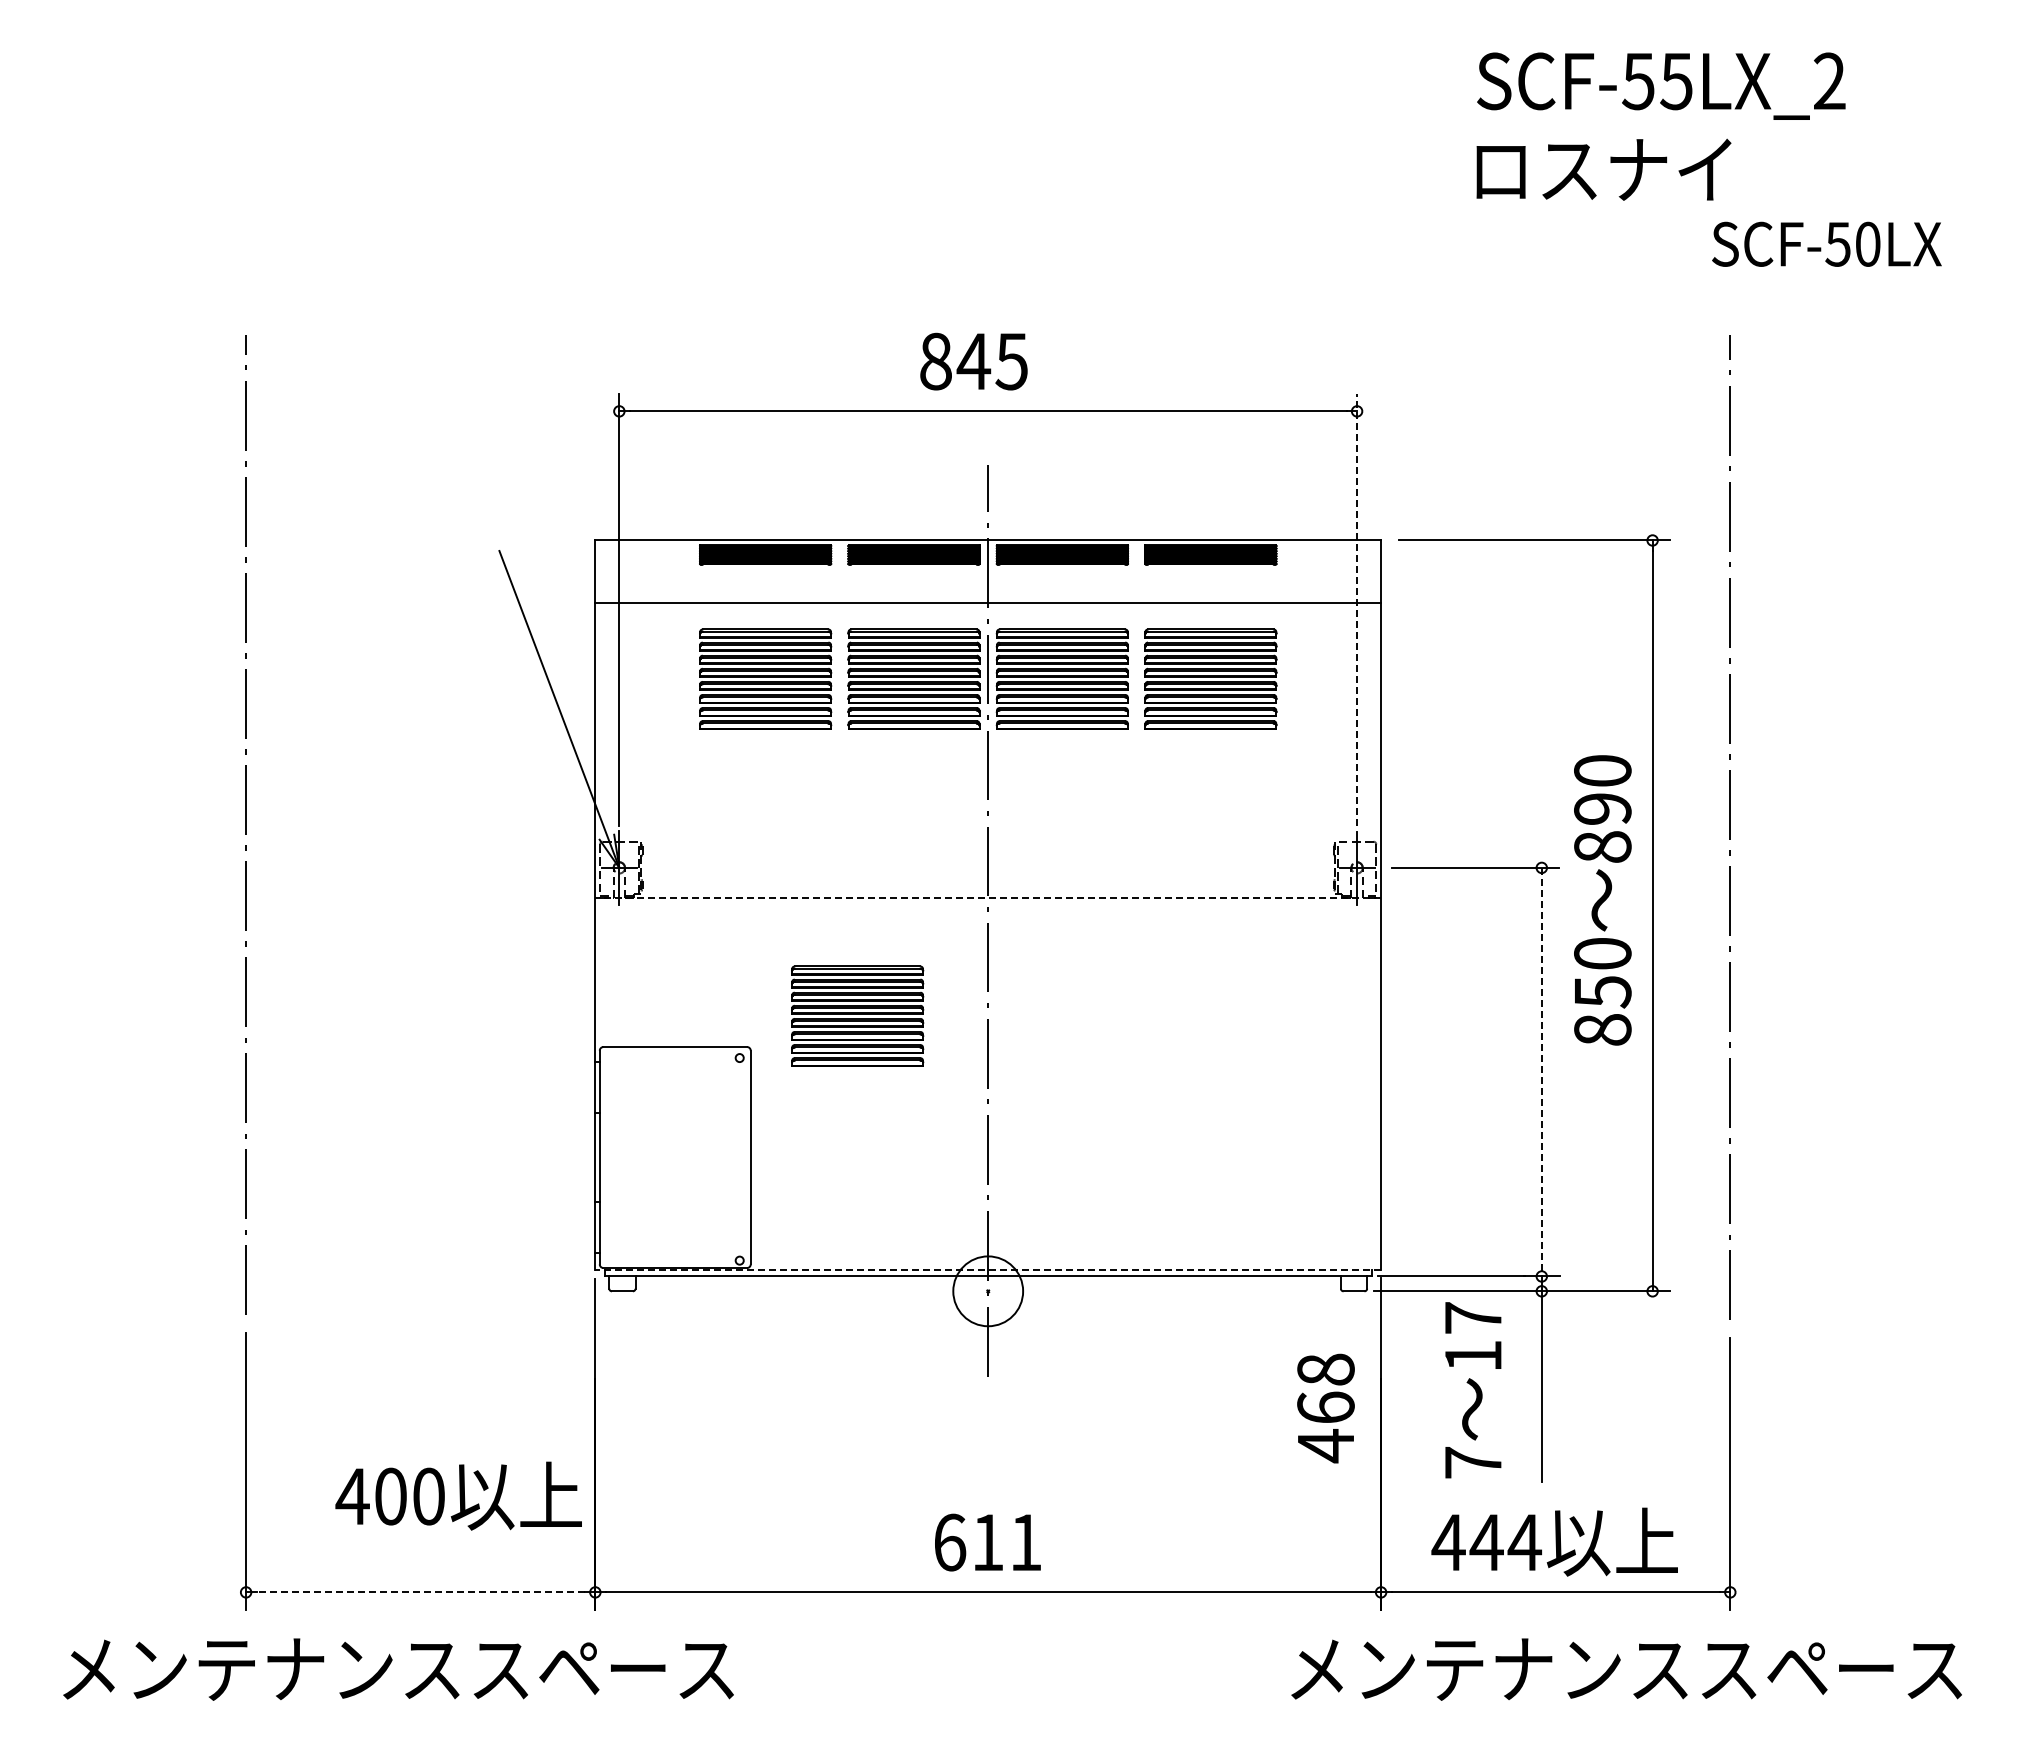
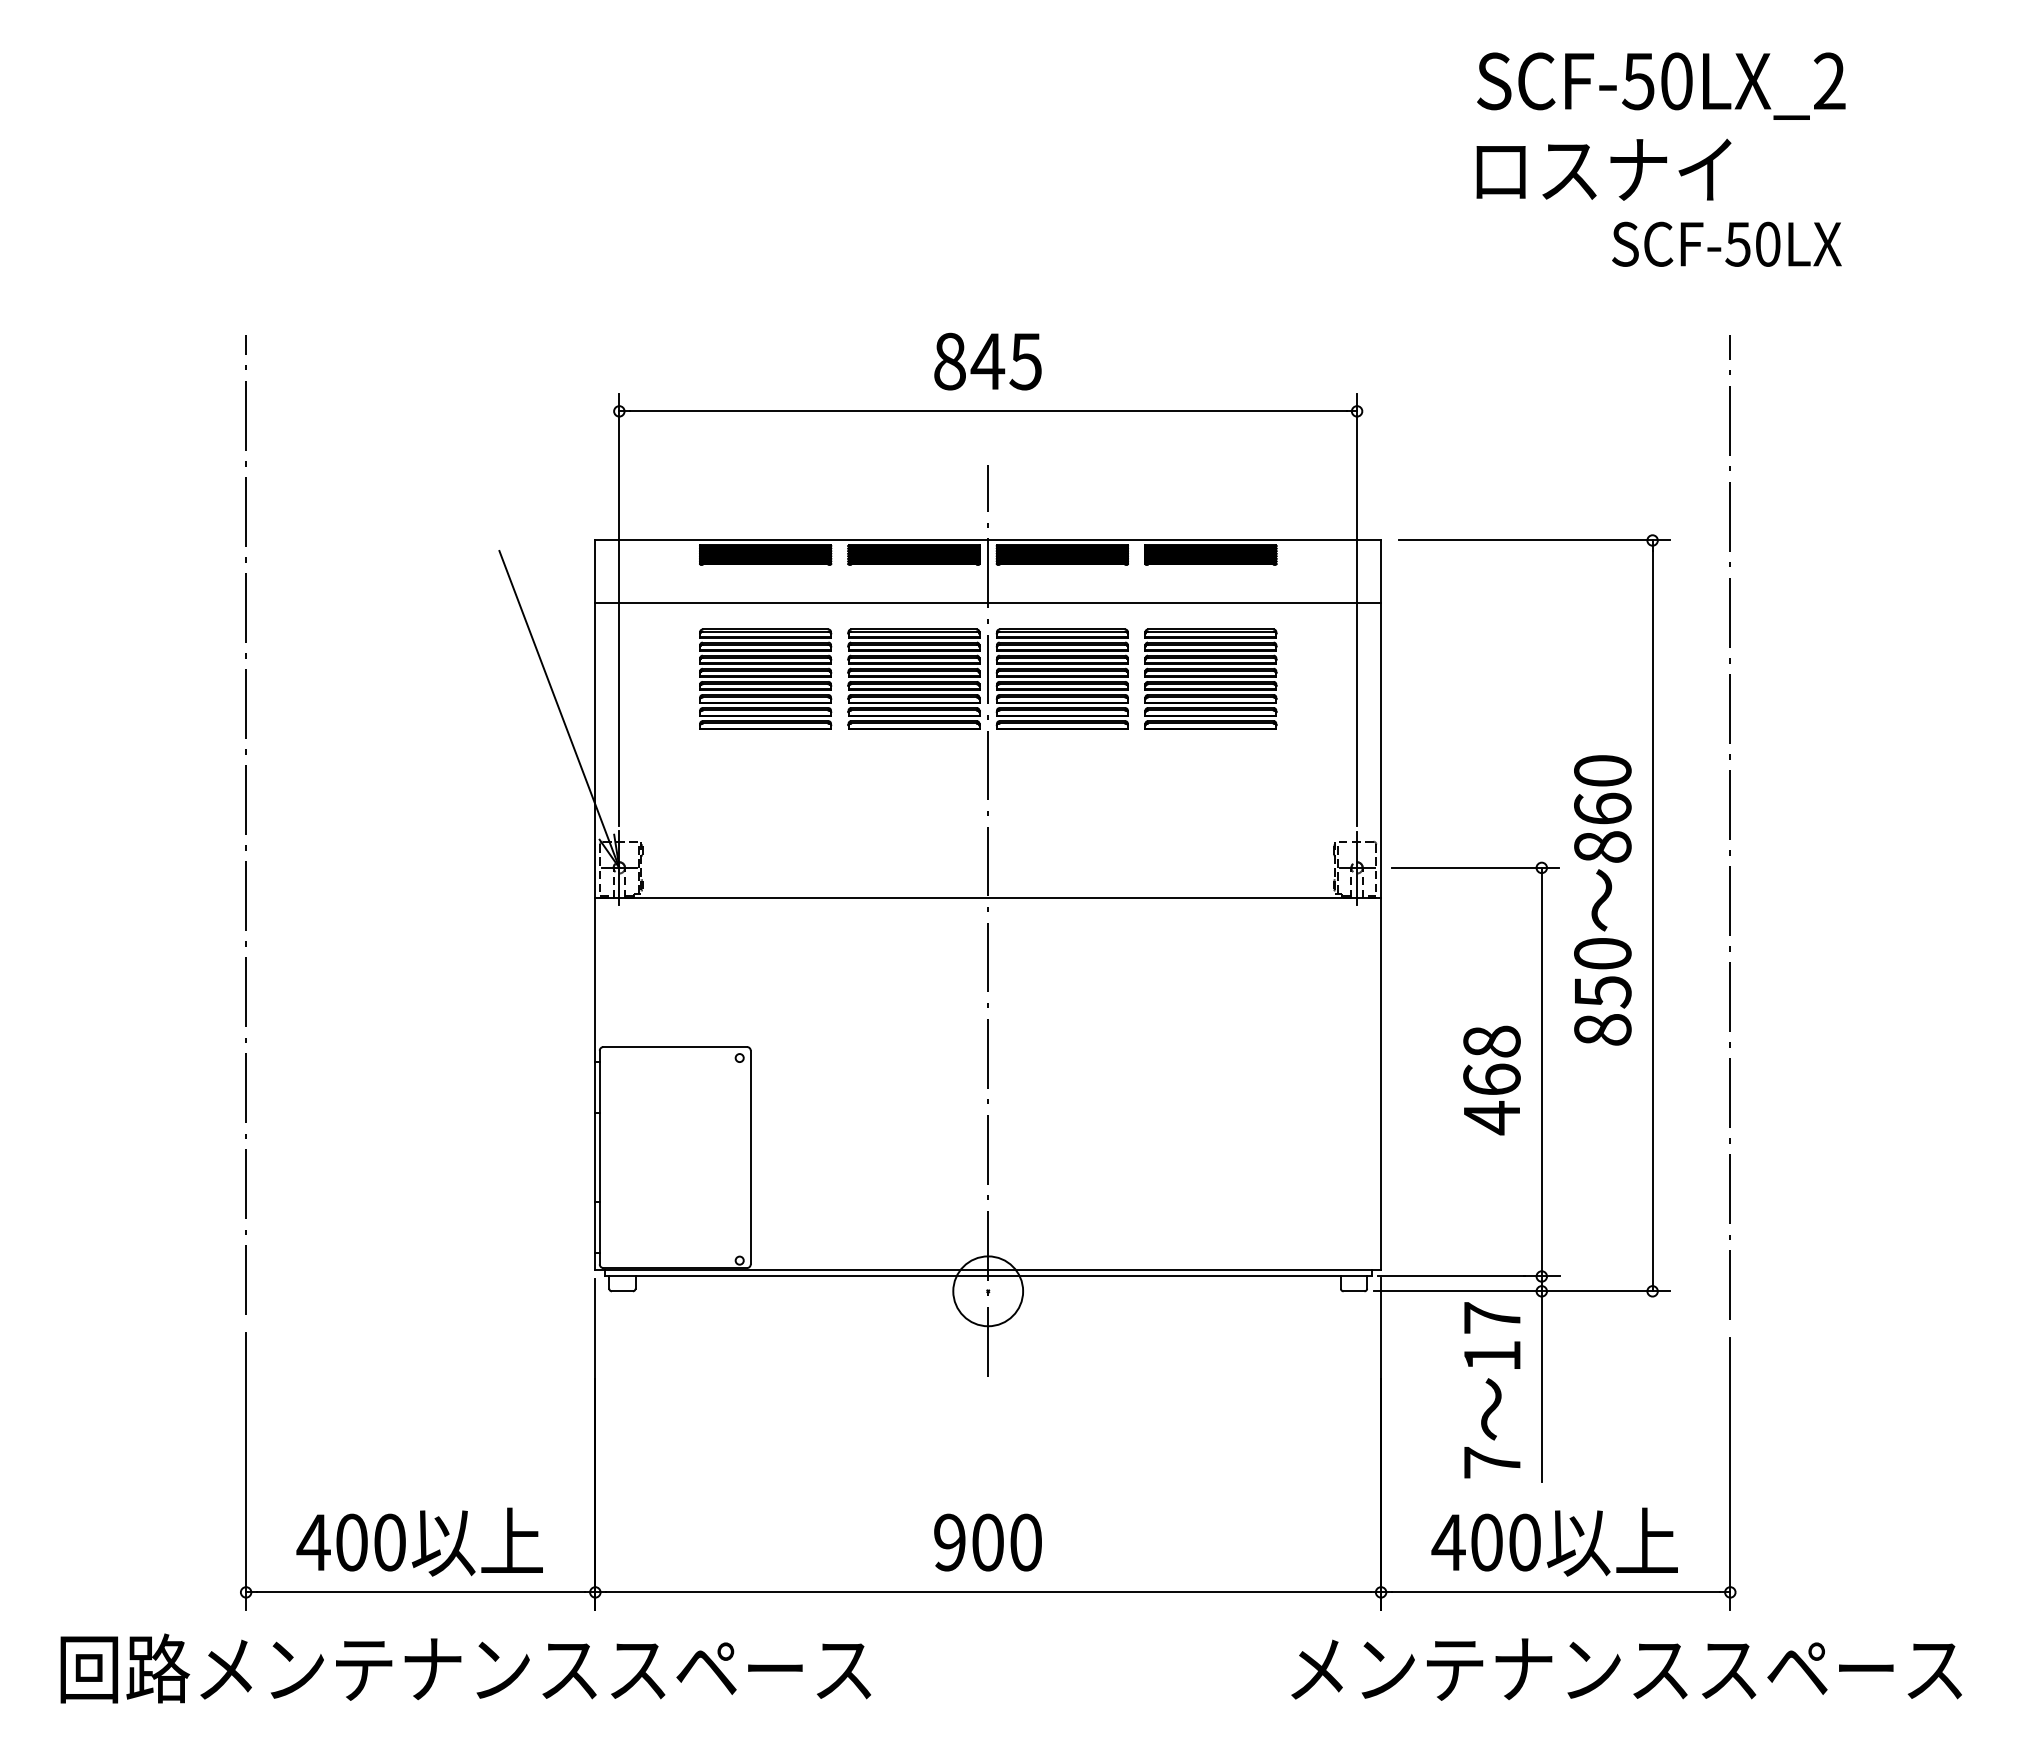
text at (1676, 81): SCF-55LX_2 -> SCF-50LX_2
text at (1826, 243) position: (1826, 243) -> (1726, 243)
text at (973, 361) position: (973, 361) -> (987, 361)
line at (1357, 609): dashed -> solid
text at (1602, 808): 890 -> 860
line at (988, 897): dashed -> solid
part at (857, 1015): present -> none
line at (1541, 1072): dashed -> solid
line at (988, 1269): dashed -> solid
text at (1473, 1390) position: (1473, 1390) -> (1492, 1390)
text at (1325, 1408) position: (1325, 1408) -> (1491, 1080)
text at (458, 1495) position: (458, 1495) -> (419, 1541)
text at (987, 1542): 611 -> 900
text at (1505, 1542): 444 -> 400
line at (420, 1592): dashed -> solid
text at (465, 1668): メンテナンススペース -> 回路メンテナンススペース
